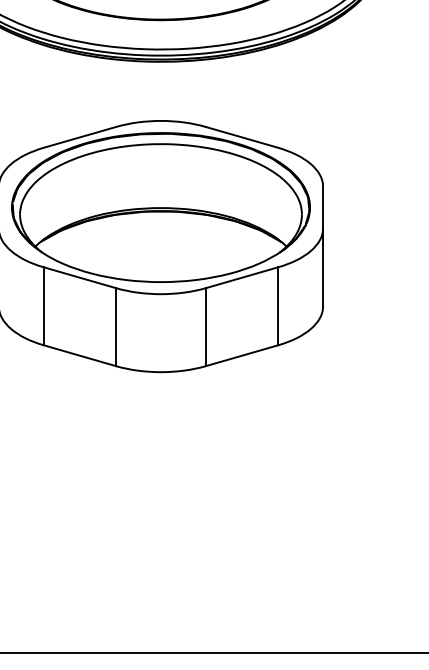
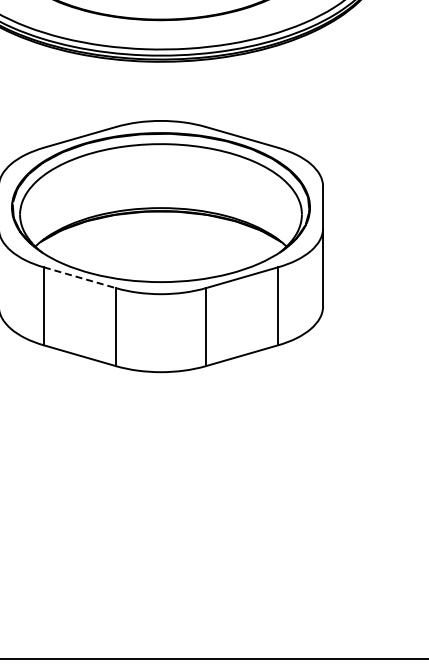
line at (80, 277): solid -> dashed
line at (213, 652) position: (213, 652) -> (213, 658)
